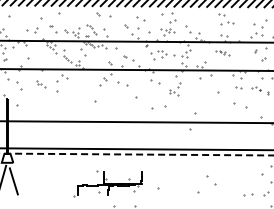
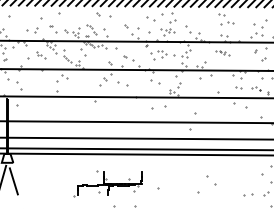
part at (140, 18) position: (140, 18) -> (150, 18)
part at (41, 84) position: (41, 84) -> (41, 55)
line at (136, 97): none -> present
line at (136, 138): none -> present
line at (137, 154): dashed -> solid
